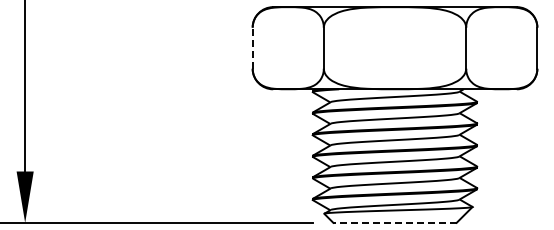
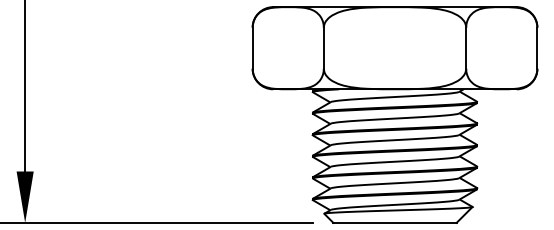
line at (252, 48): dashed -> solid
line at (395, 222): dashed -> solid
